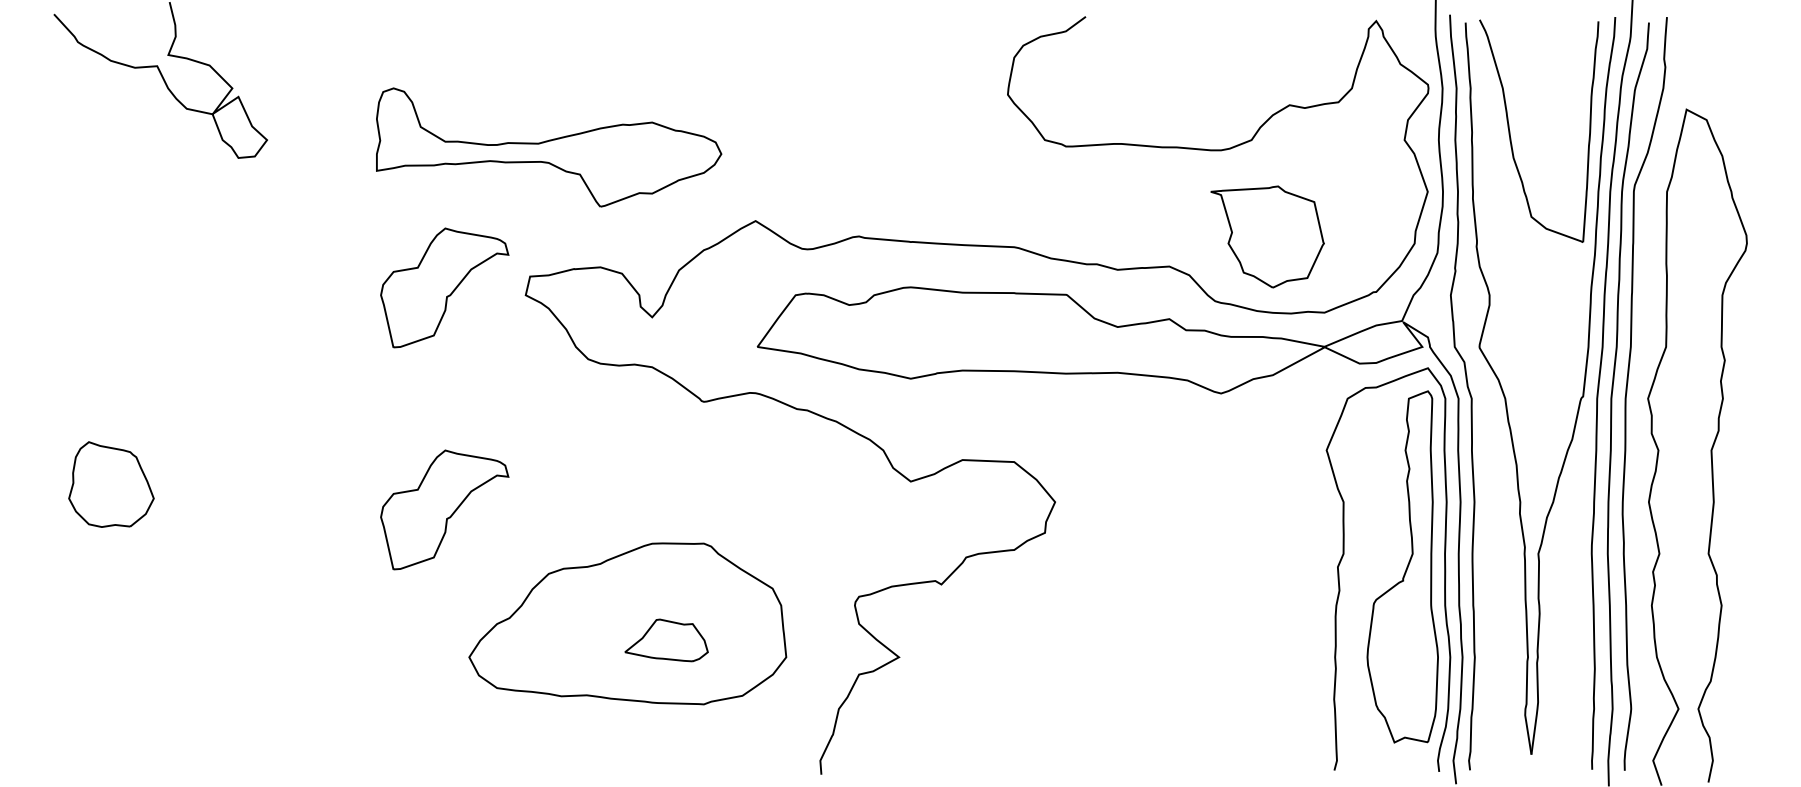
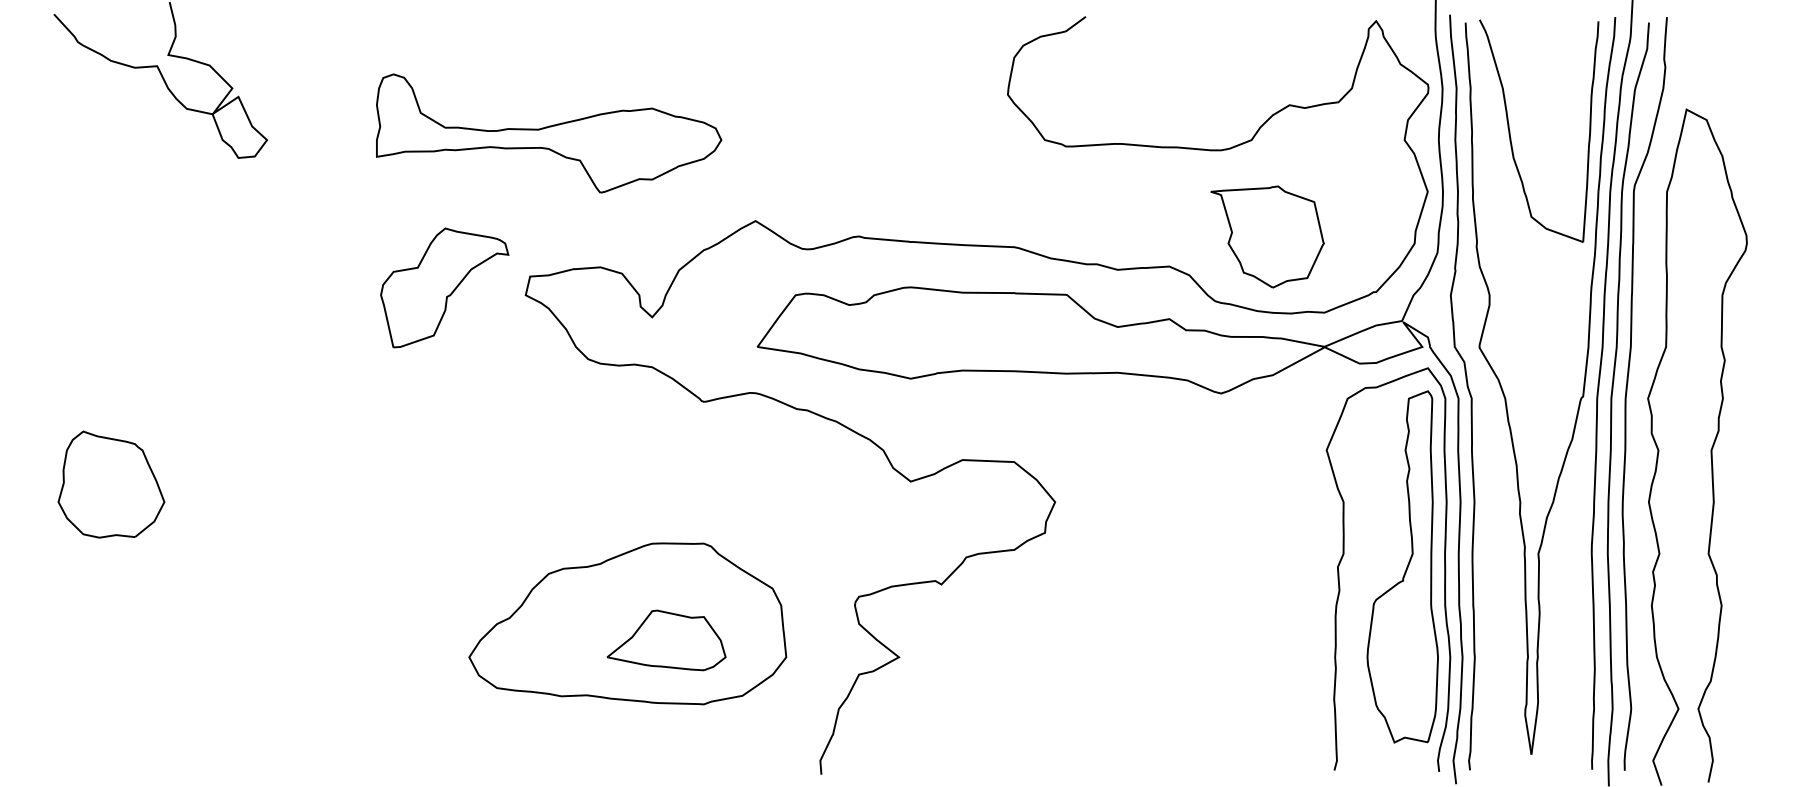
part at (549, 147) position: (549, 147) -> (549, 133)
part at (111, 484) size: 87x87 px -> 109x109 px
part at (444, 509): present -> none
part at (666, 640) size: 85x45 px -> 121x63 px
